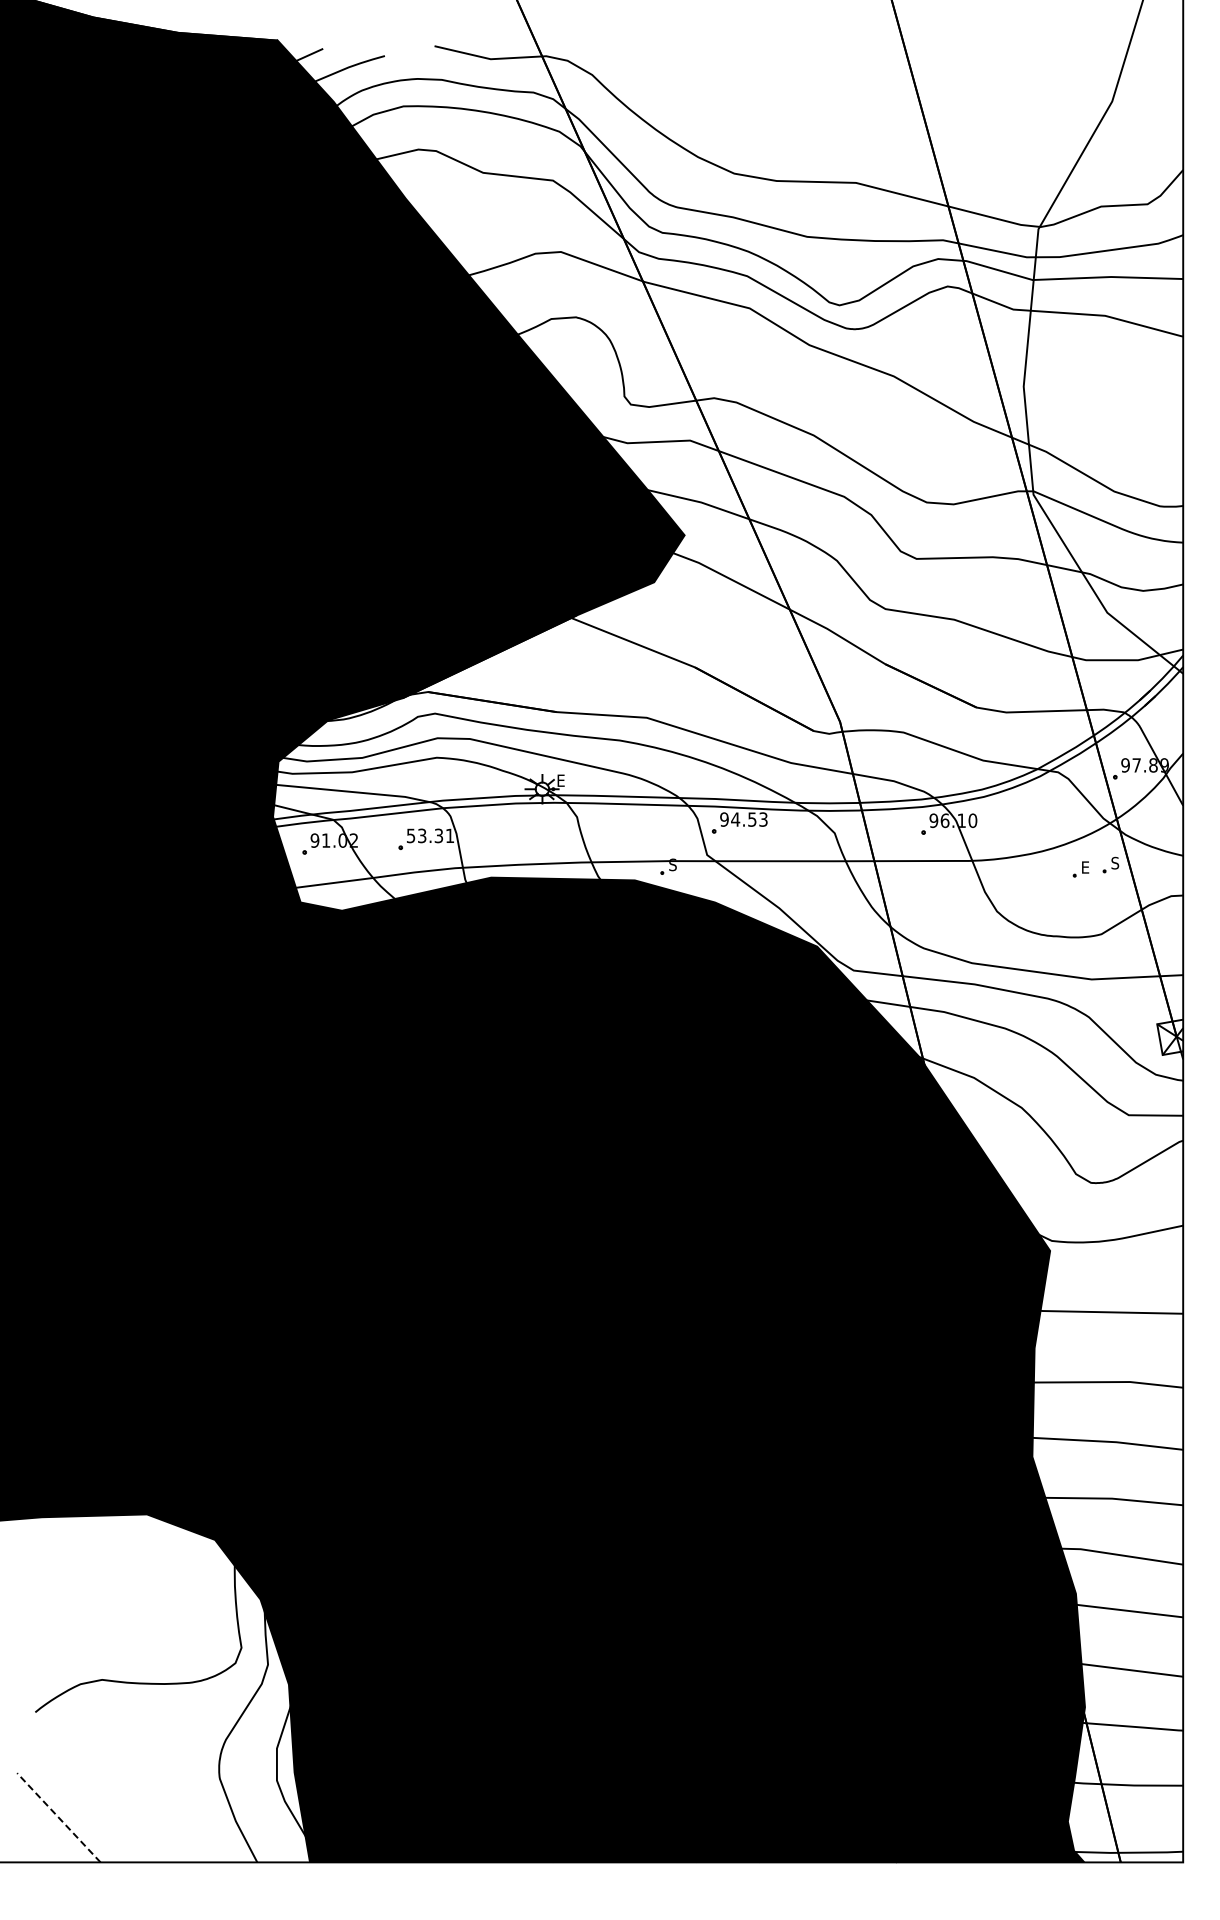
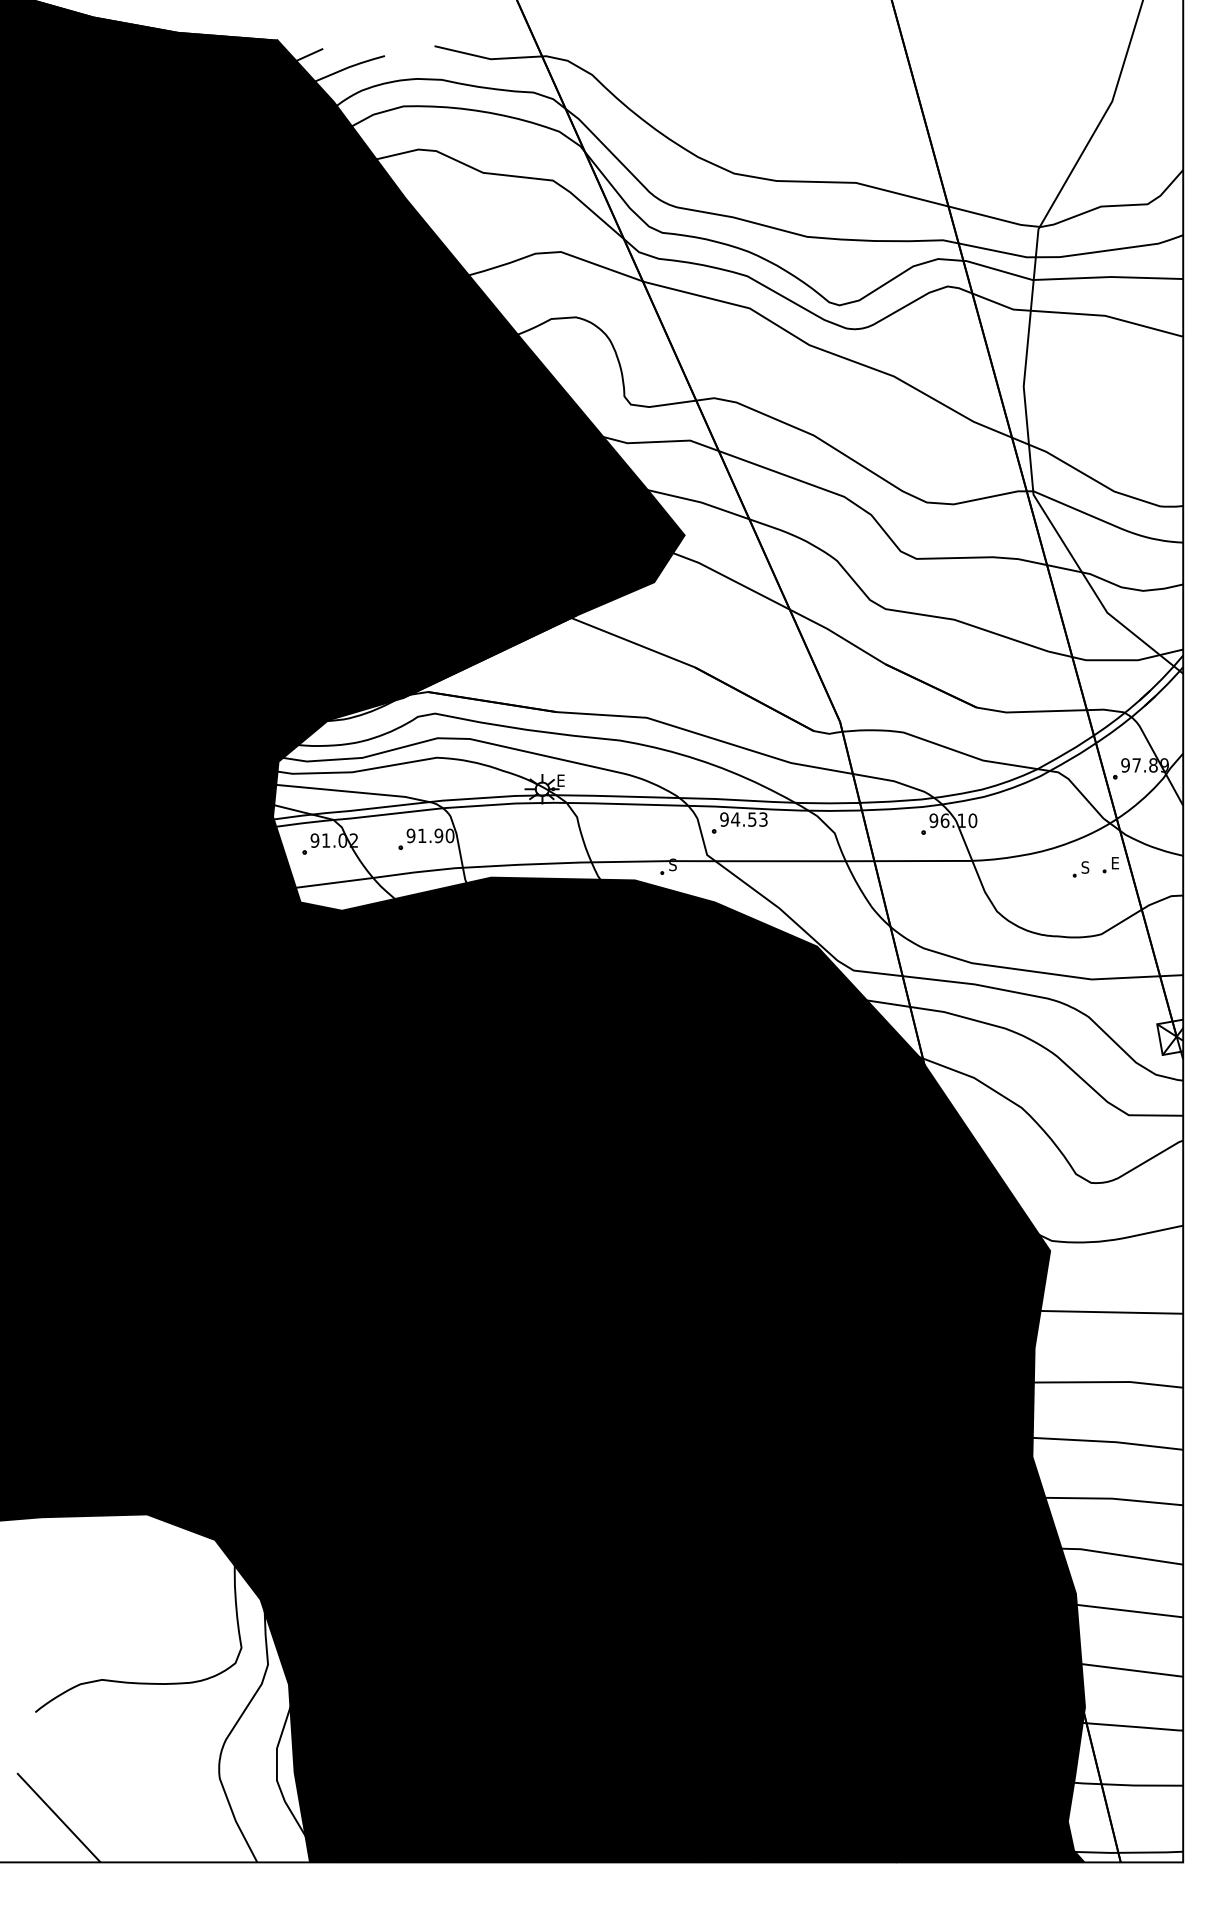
text at (430, 835): 53.31 -> 91.90
text at (1115, 862): S -> E
text at (1085, 867): E -> S
line at (58, 1817): dashed -> solid
